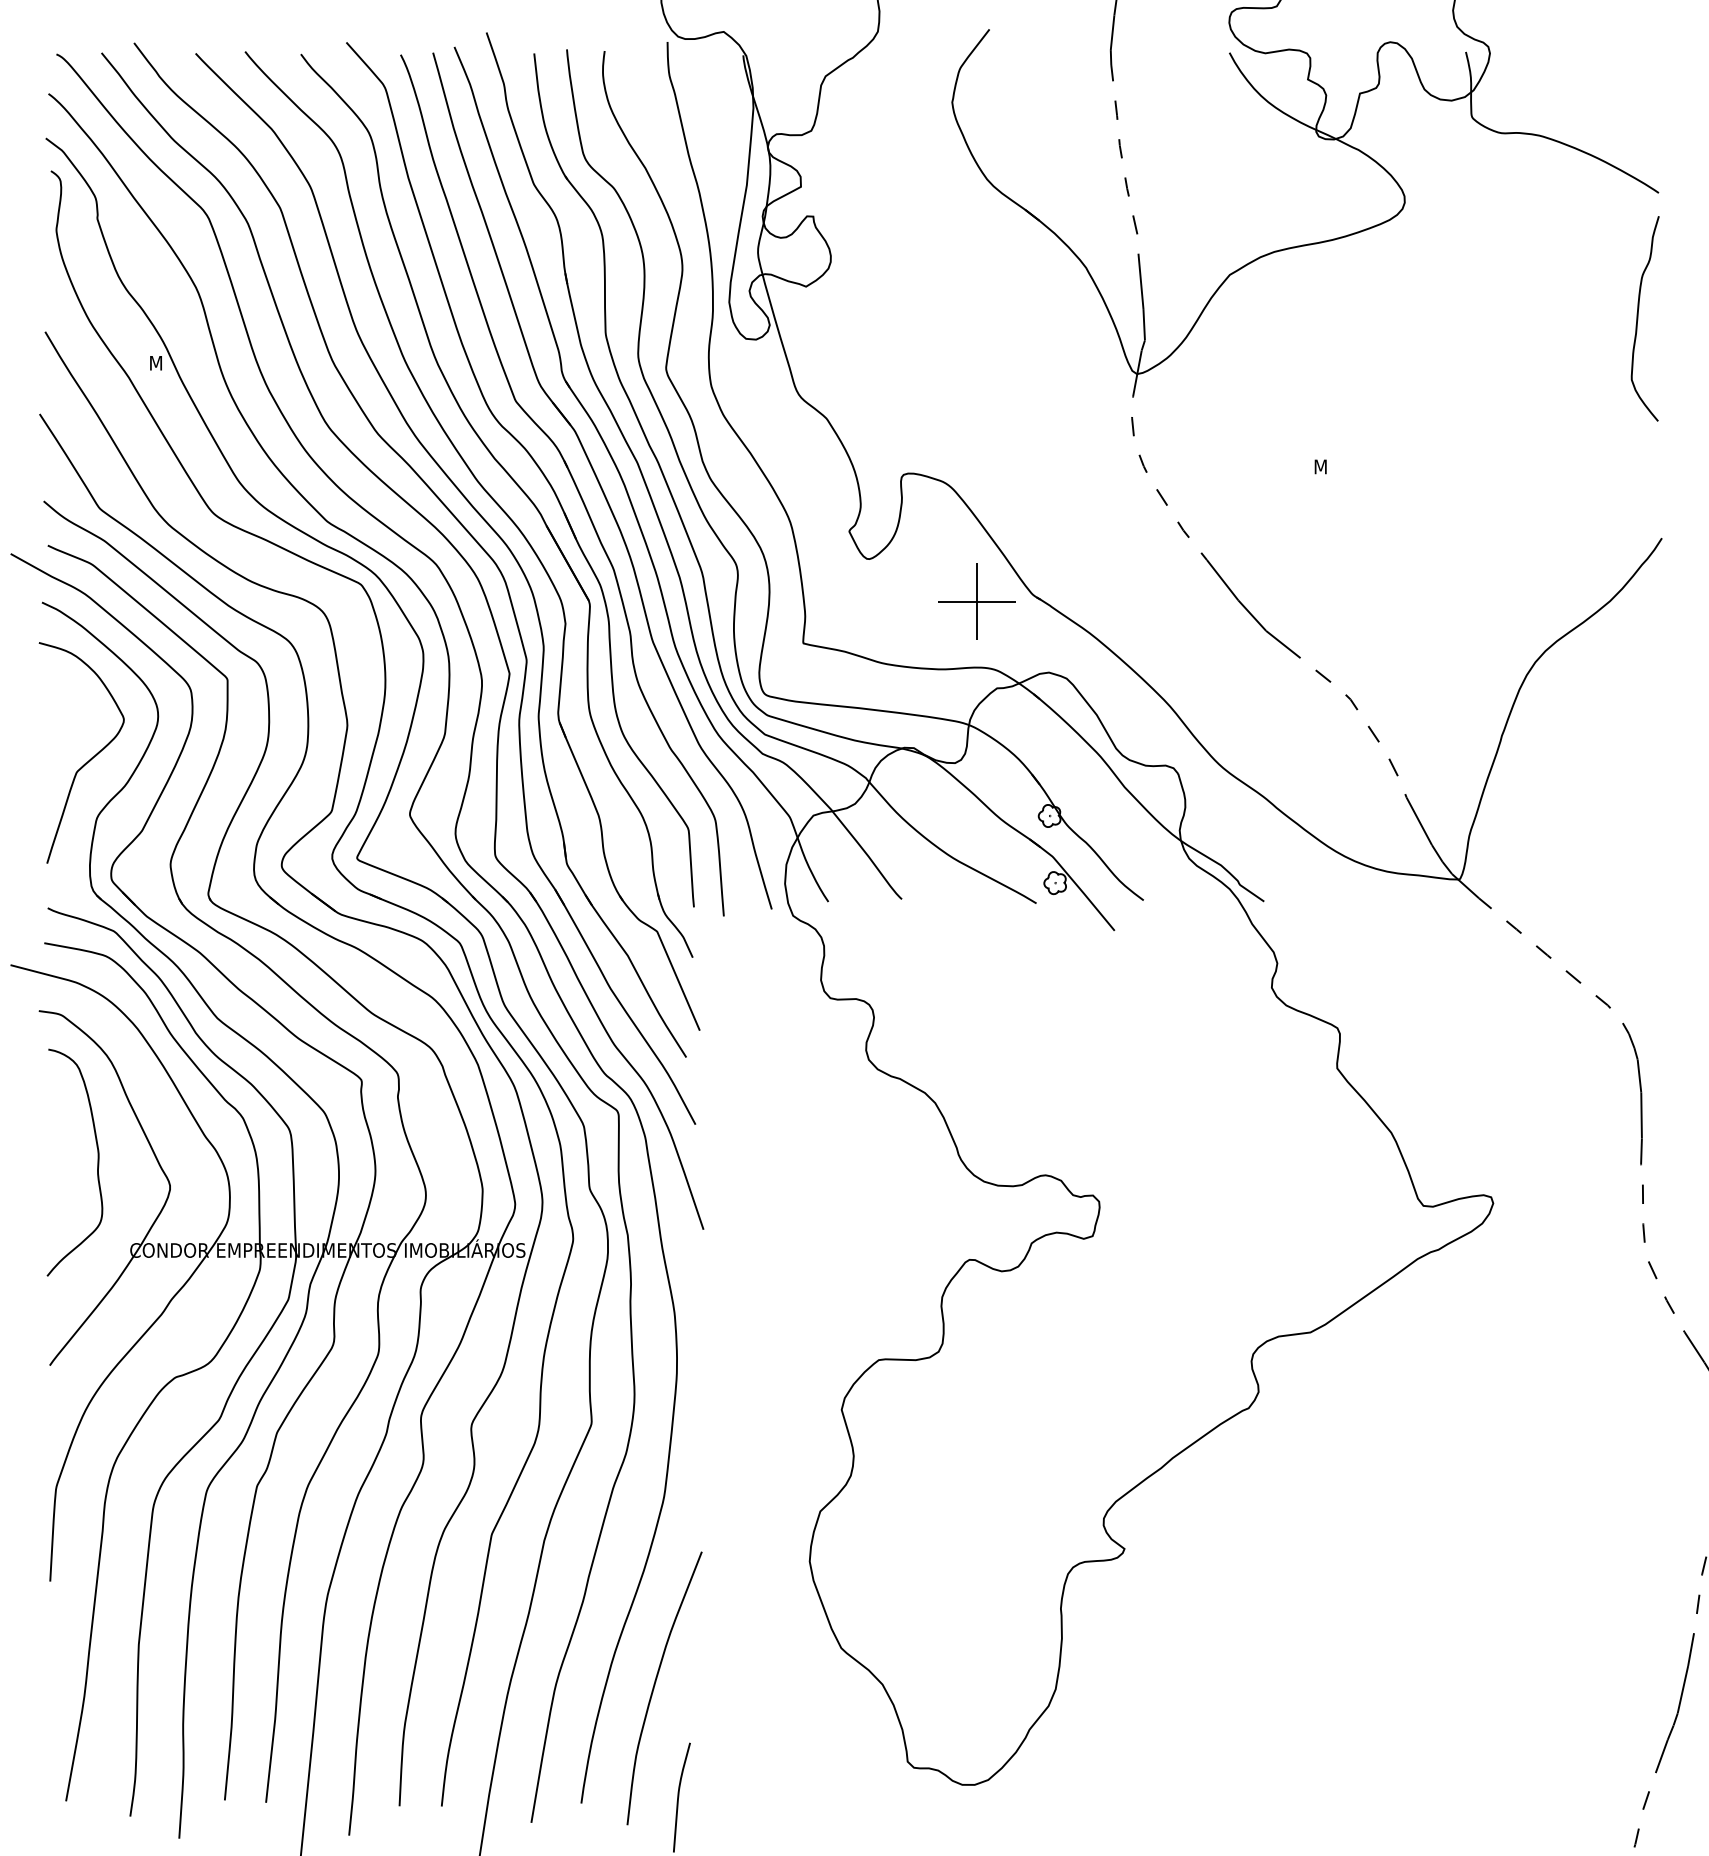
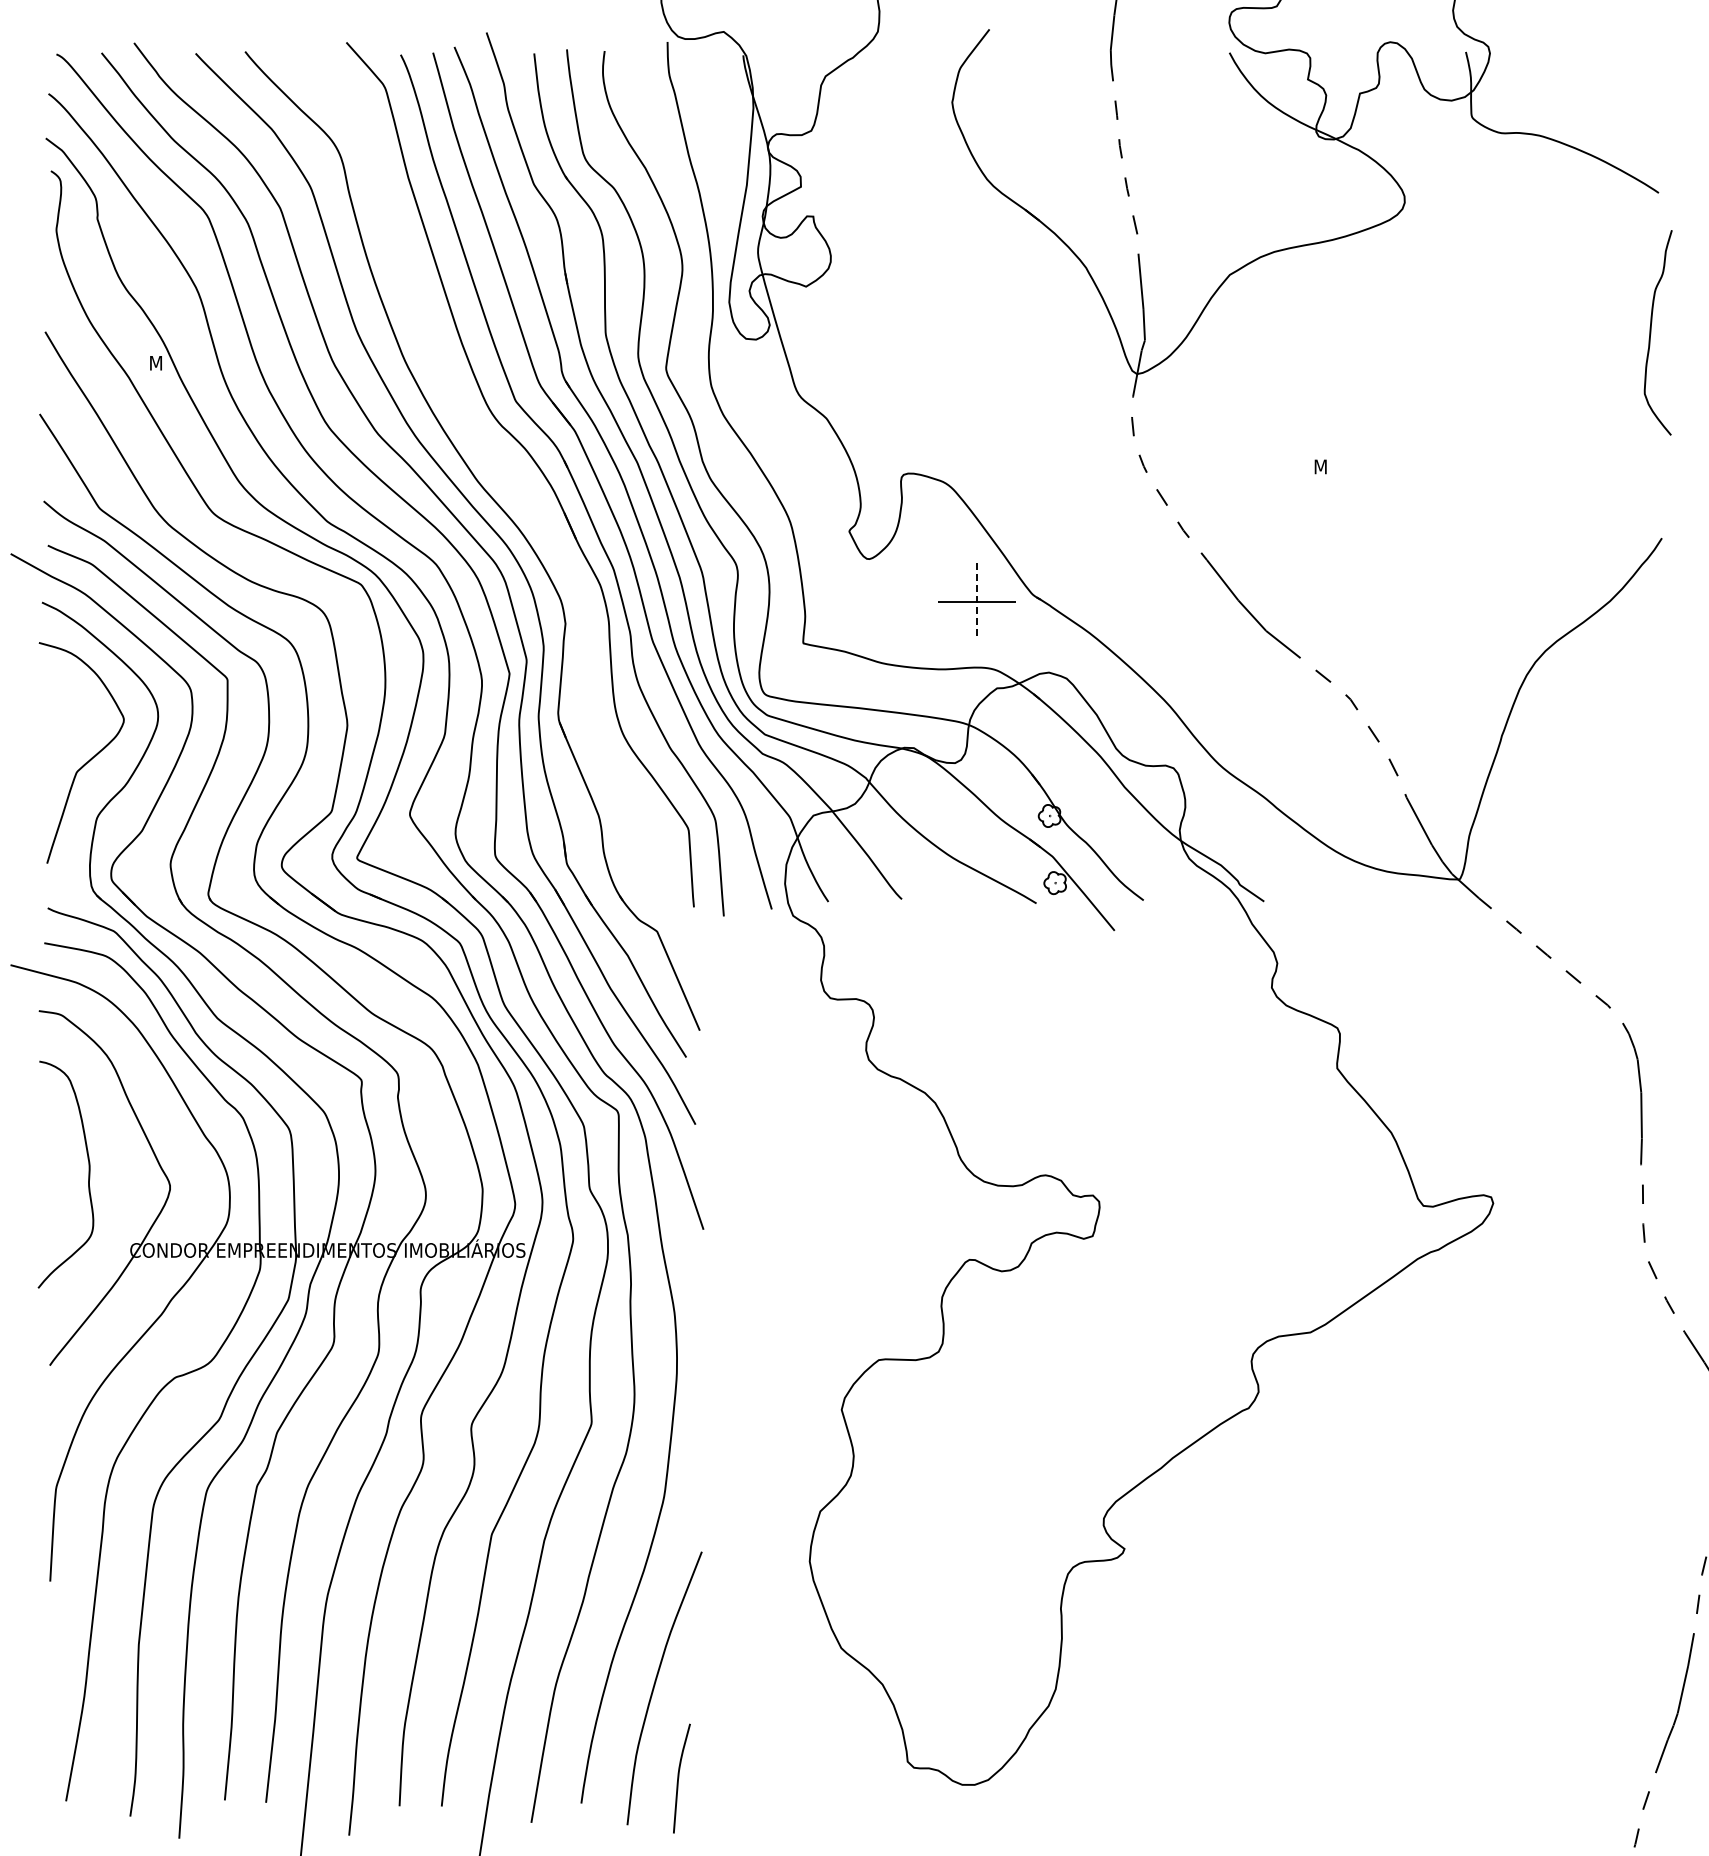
curve at (1638, 318) position: (1638, 318) -> (1651, 332)
part at (516, 485): present -> none
line at (977, 601): solid -> dashed
curve at (97, 1162) position: (97, 1162) -> (88, 1174)
curve at (679, 1797) position: (679, 1797) -> (679, 1778)
